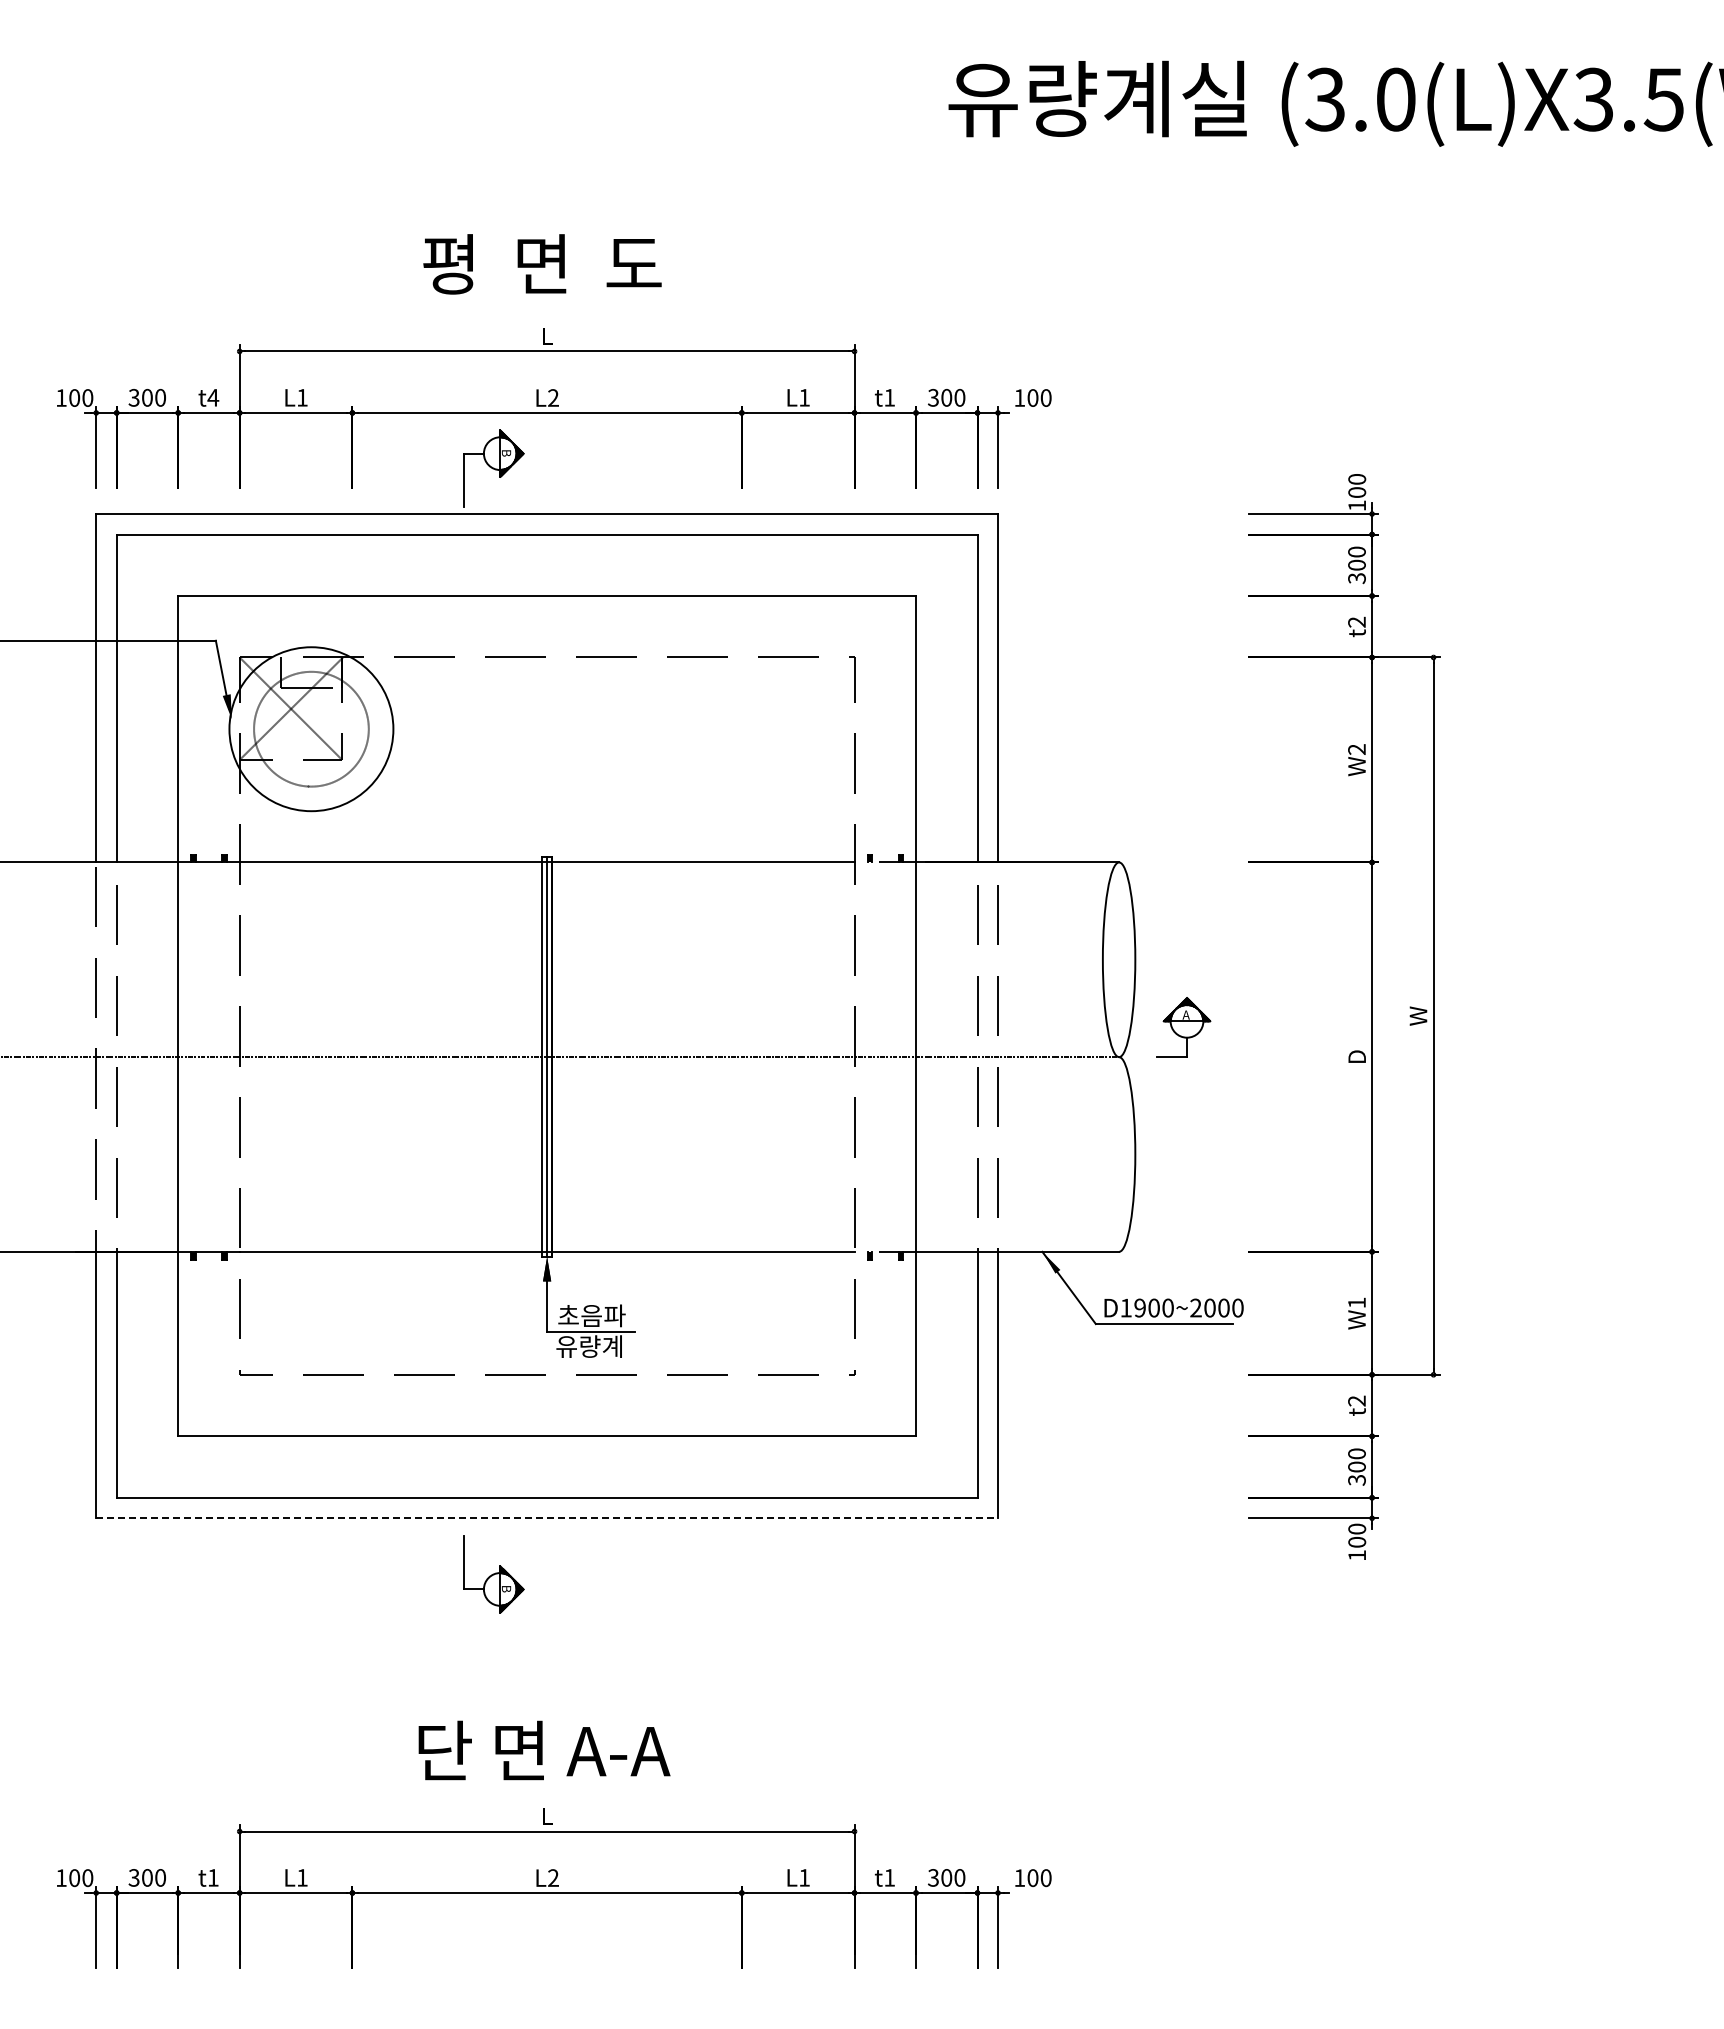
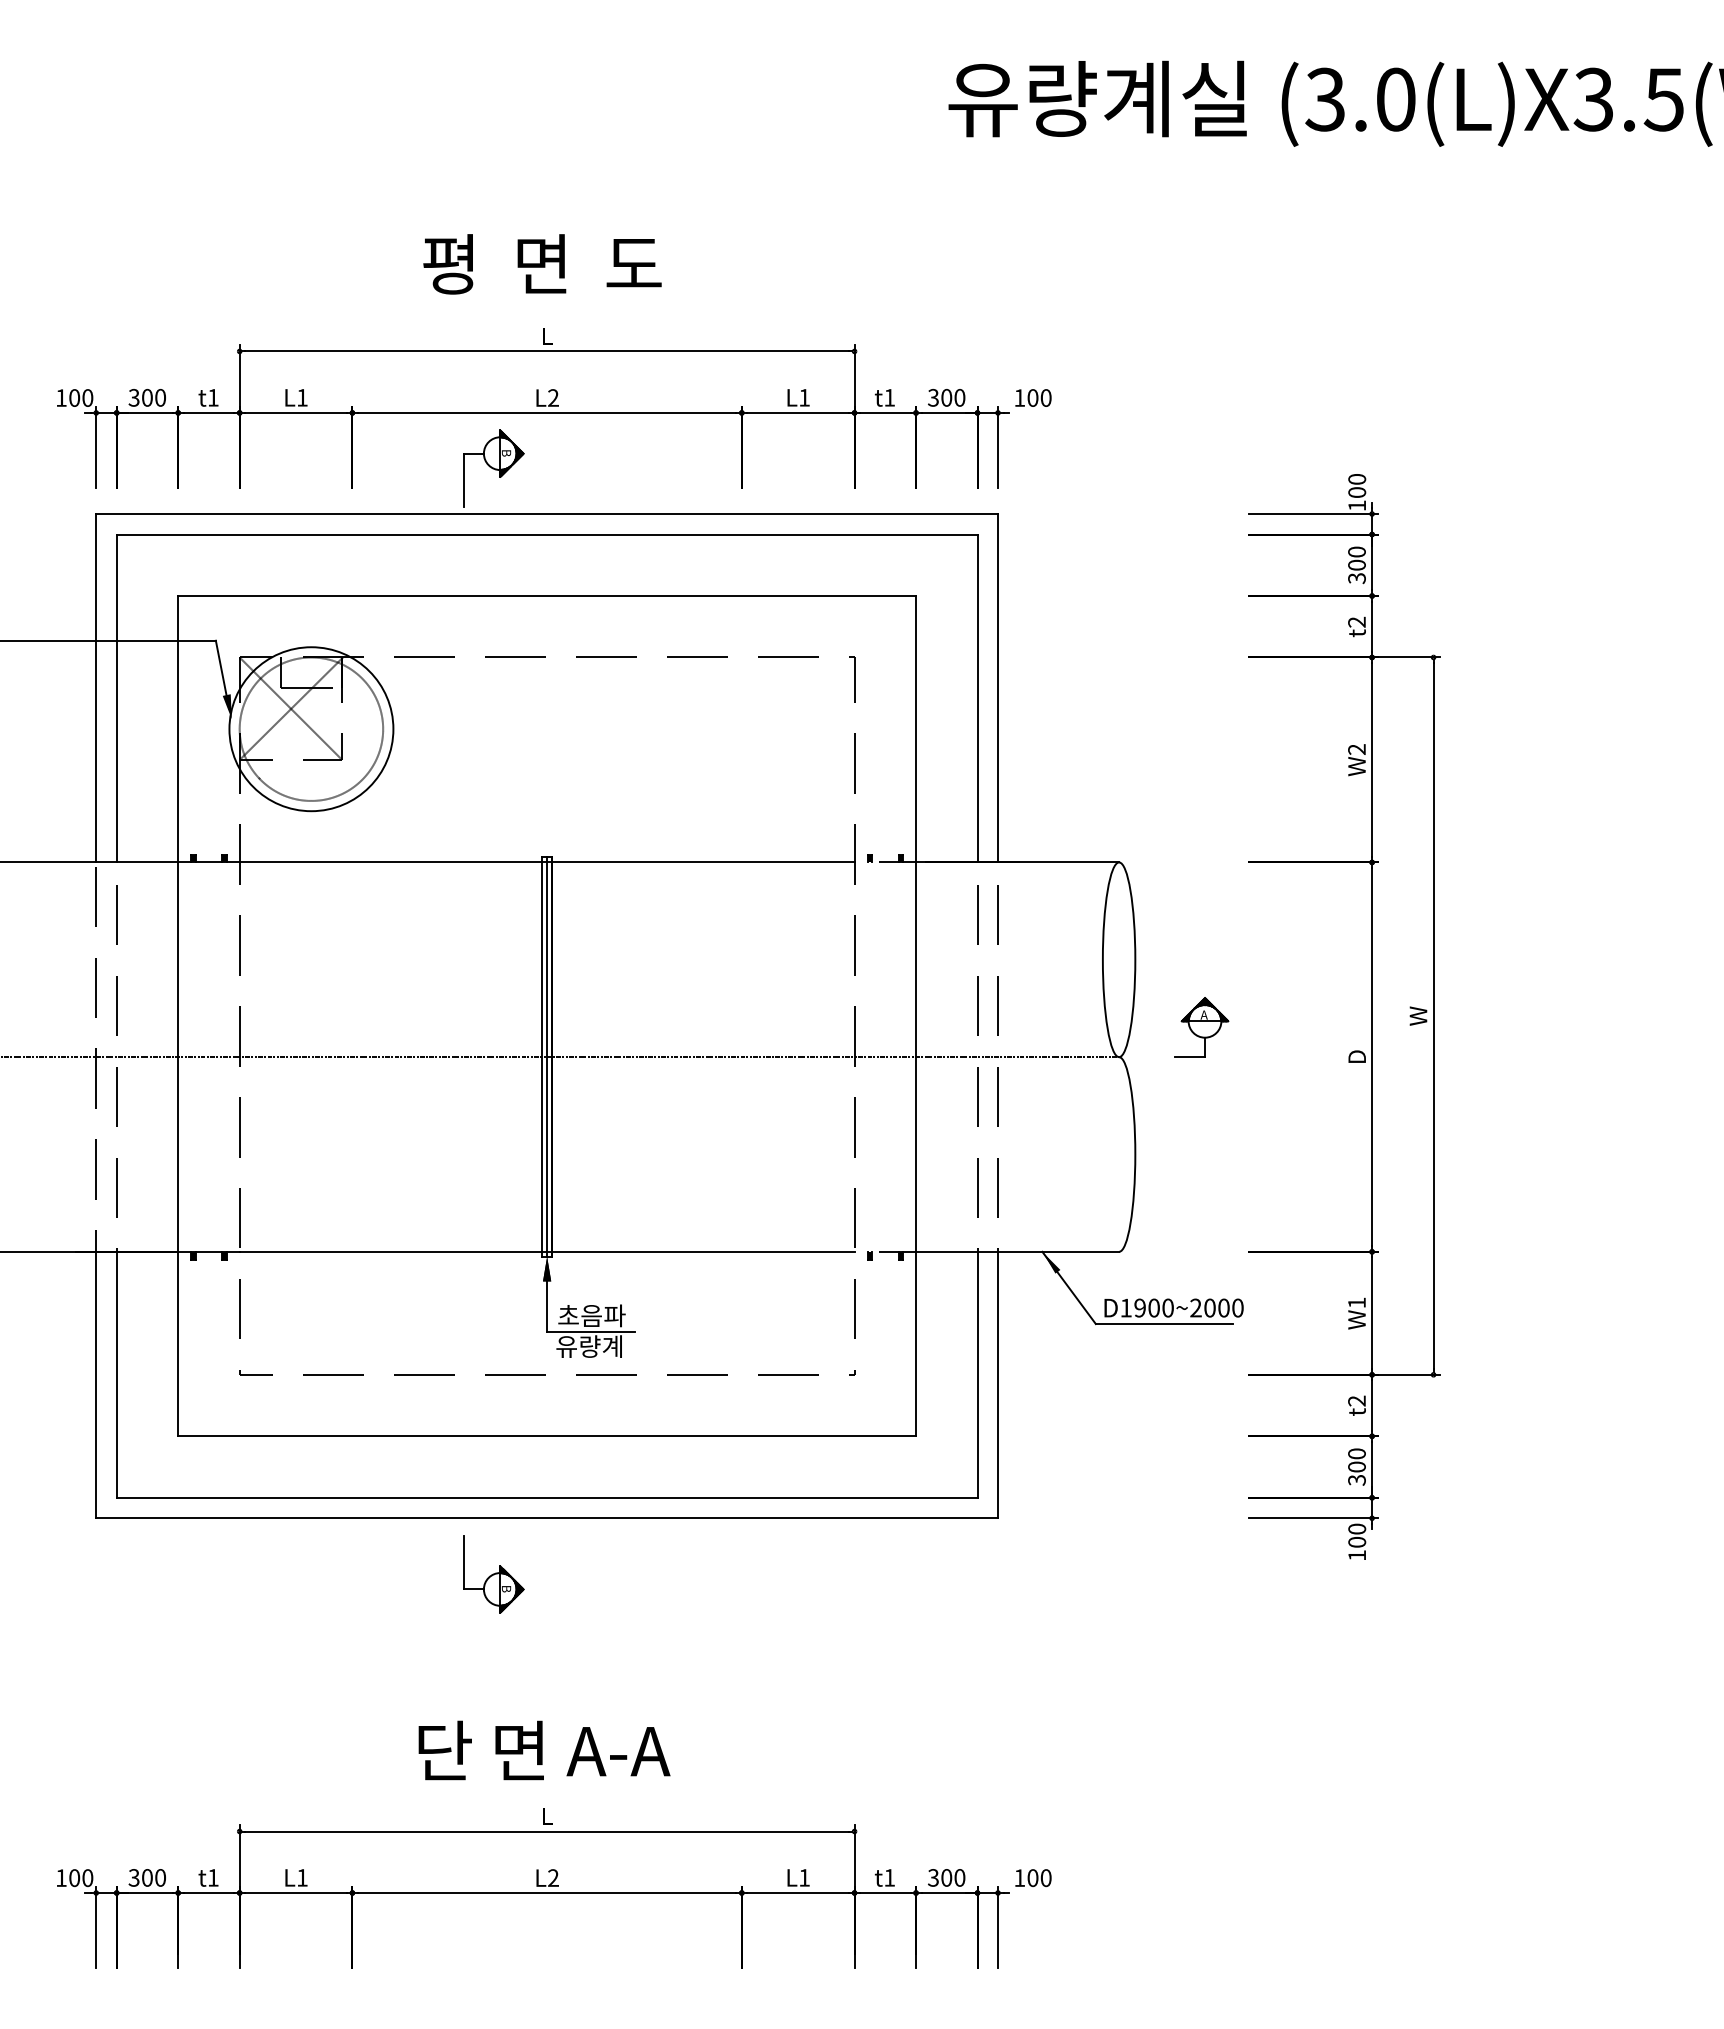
text at (213, 397): t4 -> t1
circle at (311, 728) diameter: 115 px -> 143 px
part at (1183, 1027) position: (1183, 1027) -> (1201, 1027)
line at (547, 1518): dashed -> solid
